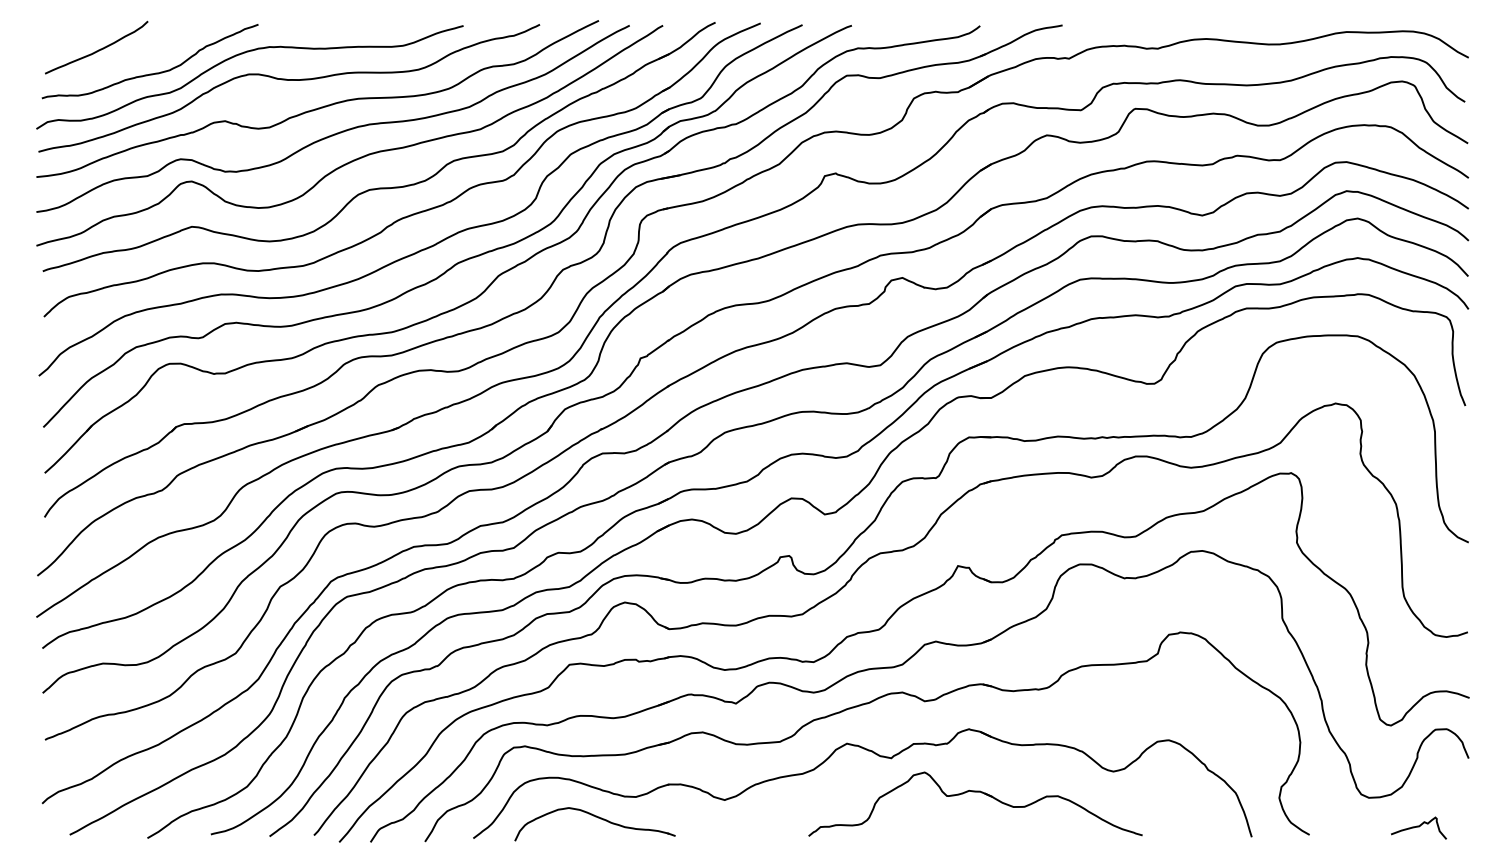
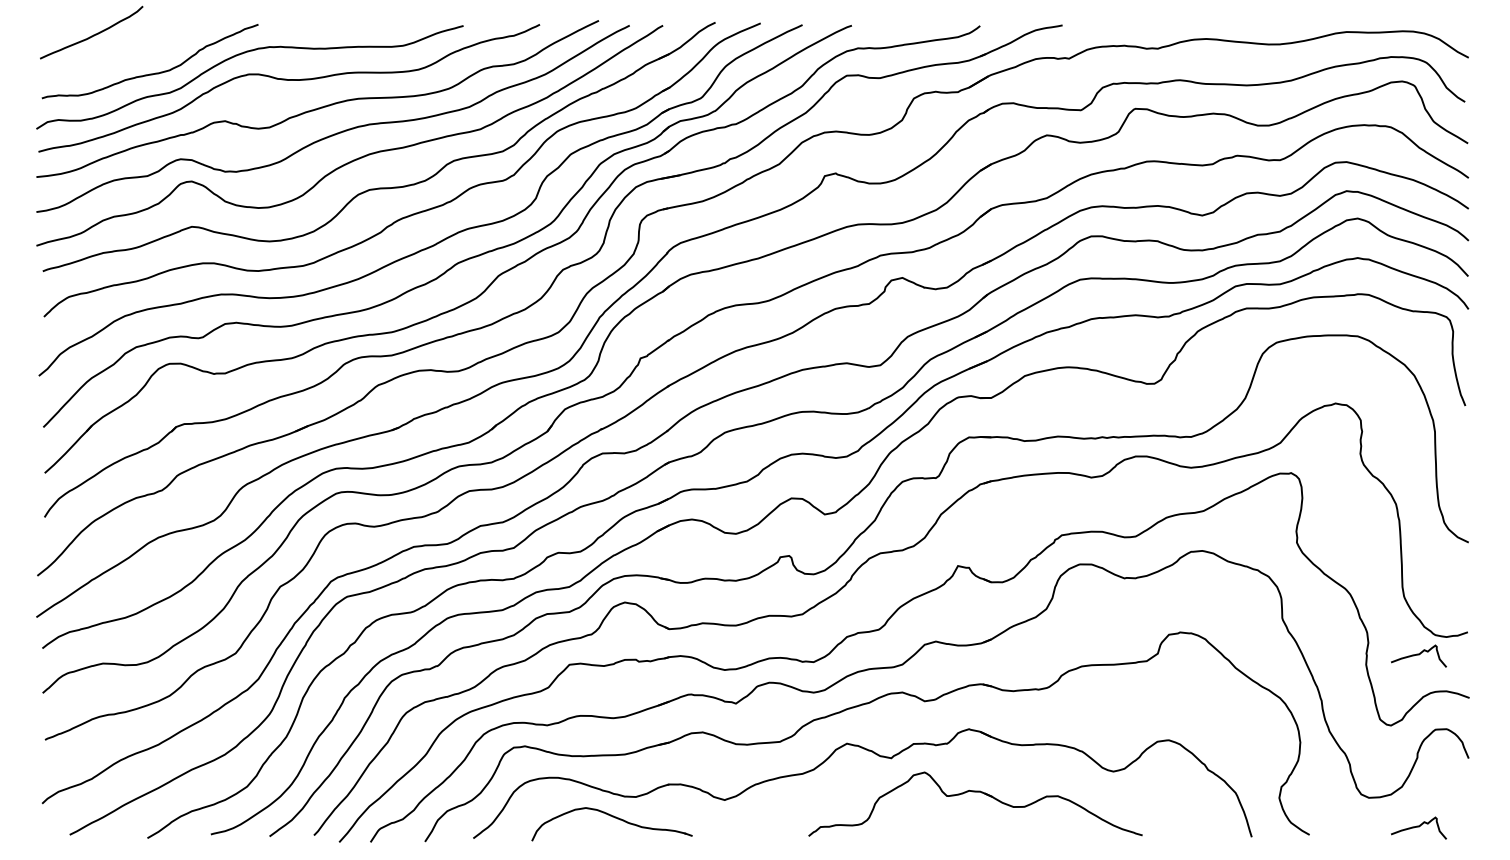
curve at (98, 49) position: (98, 49) -> (93, 34)
curve at (1418, 655): none -> present
part at (595, 817) position: (595, 817) -> (612, 817)
